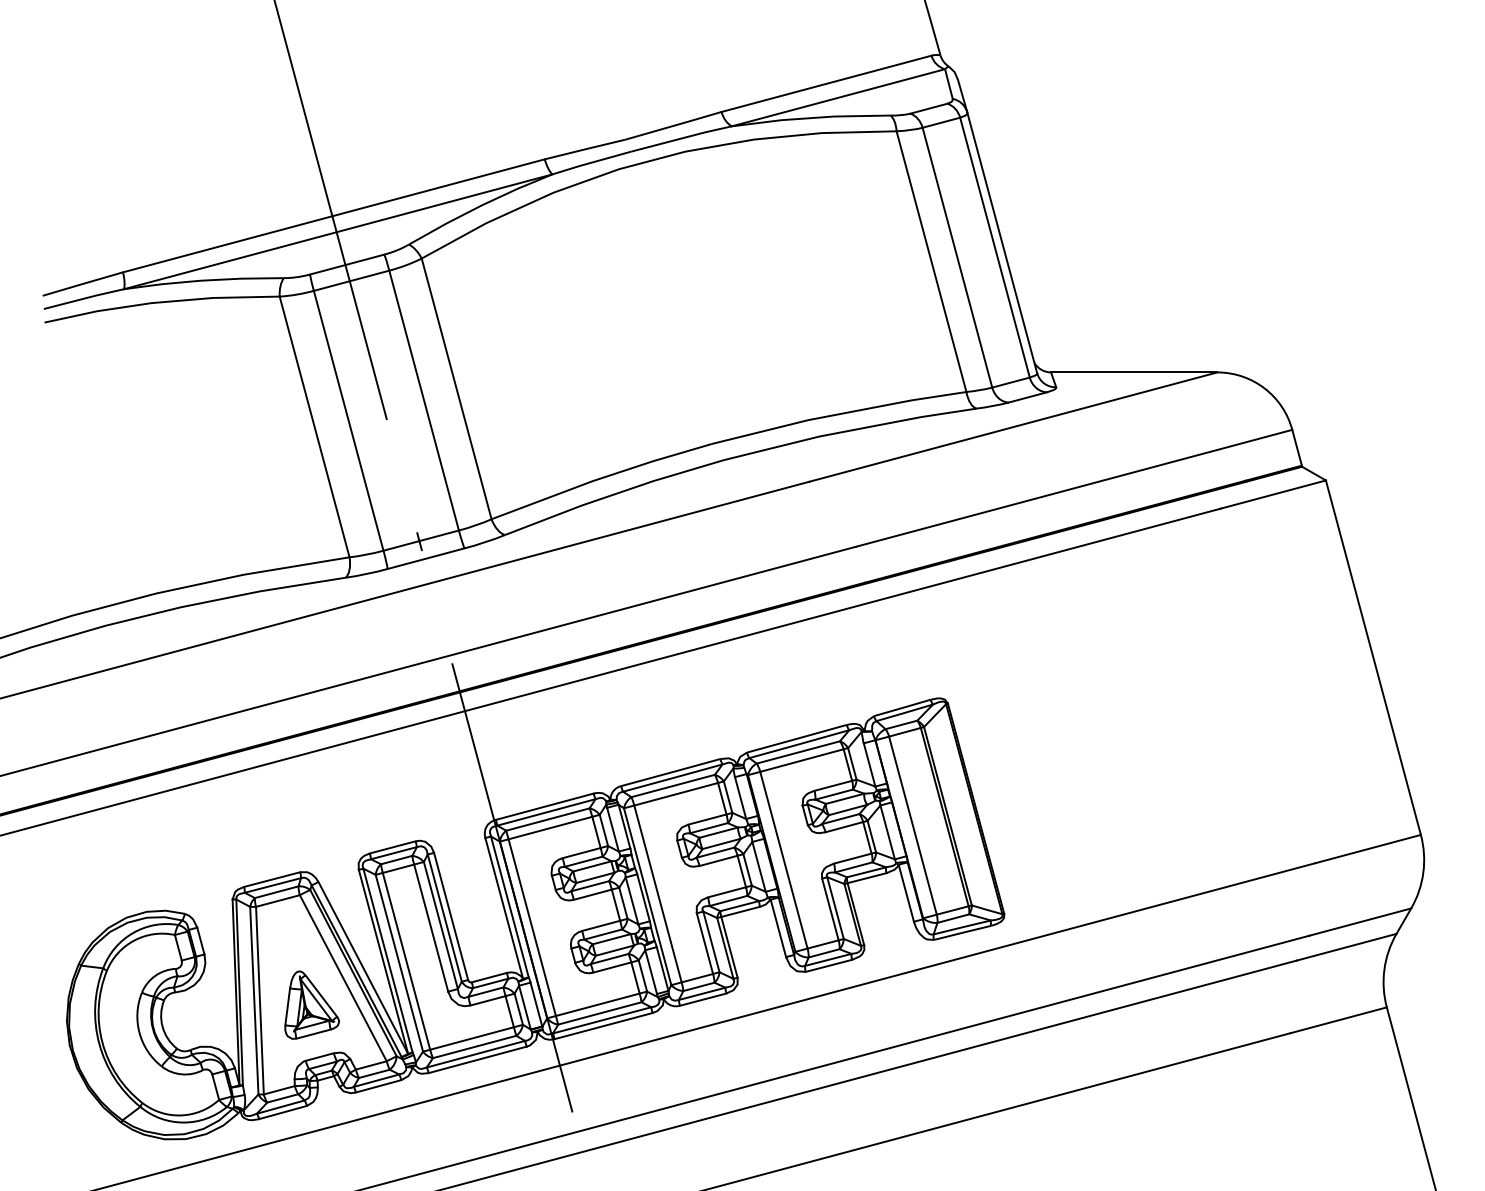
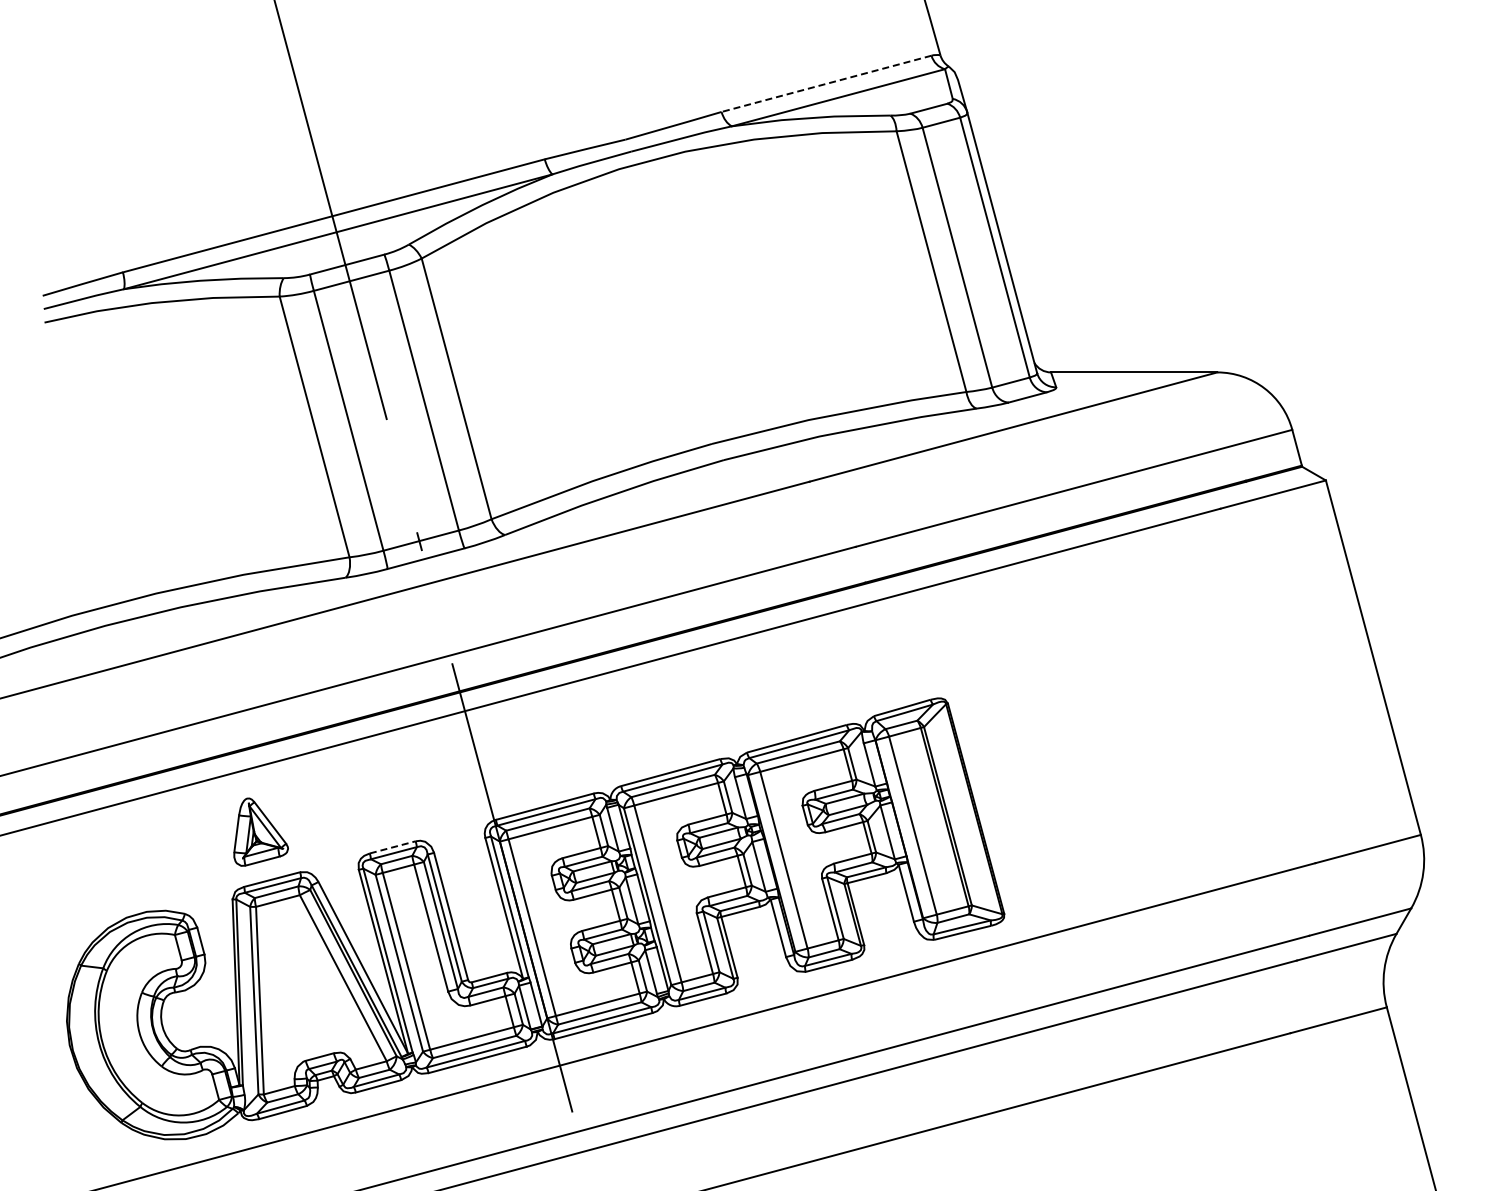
line at (826, 83): solid -> dashed
line at (392, 847): solid -> dashed
part at (311, 1004) position: (311, 1004) -> (260, 831)
